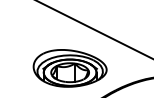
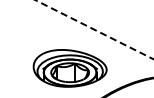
line at (94, 29): solid -> dashed
